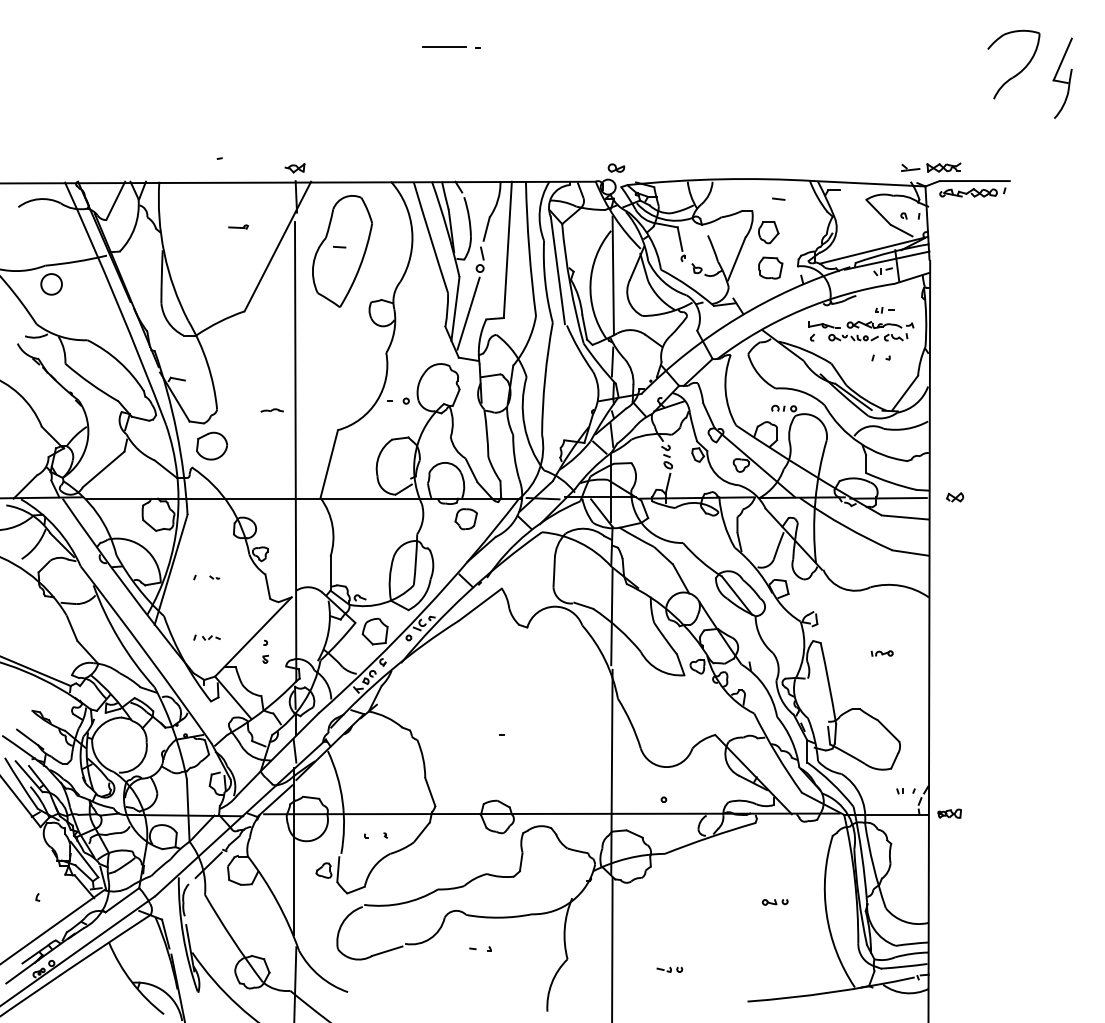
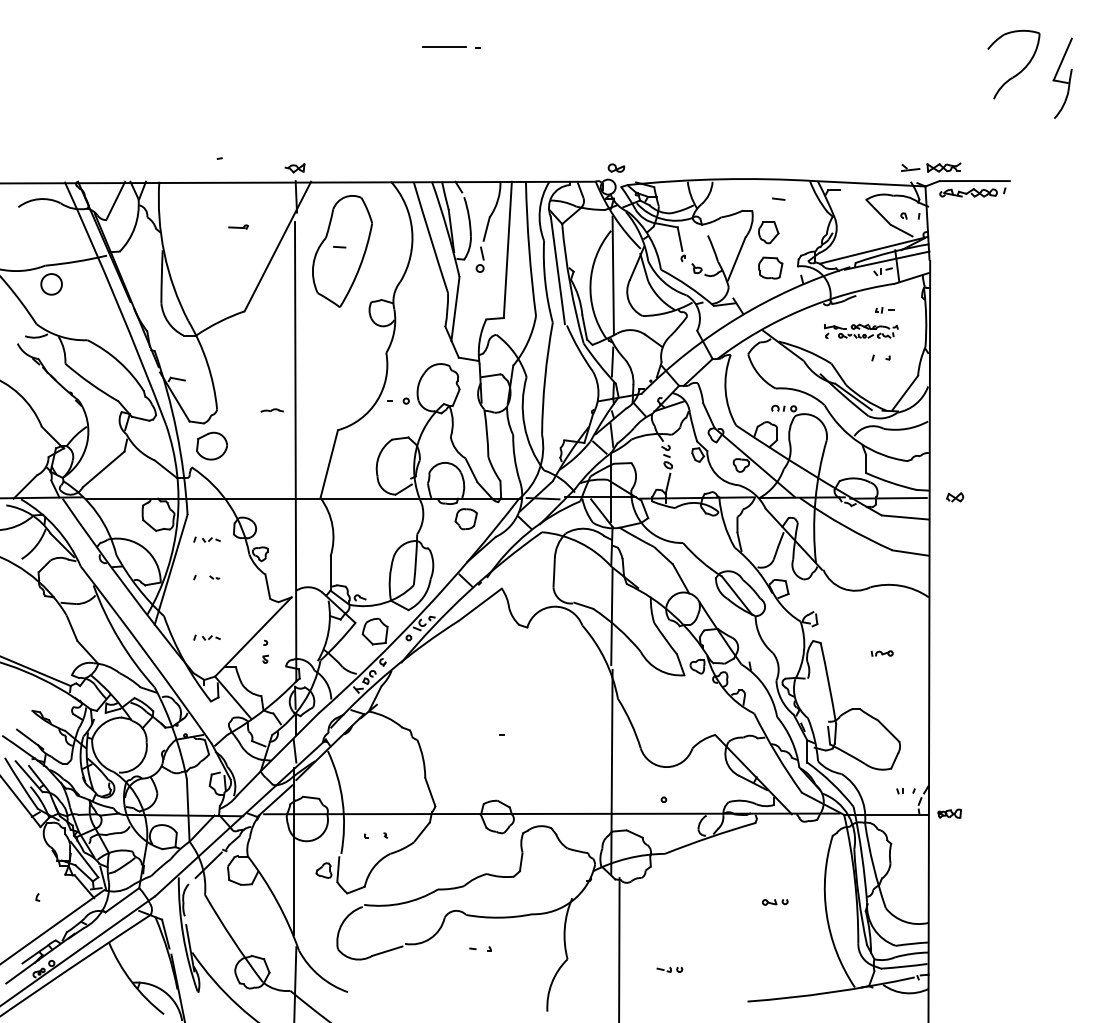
line at (468, 313): present -> none
part at (861, 331) size: 107x21 px -> 75x16 px
part at (206, 539): none -> present
line at (612, 948) position: (612, 948) -> (619, 948)
